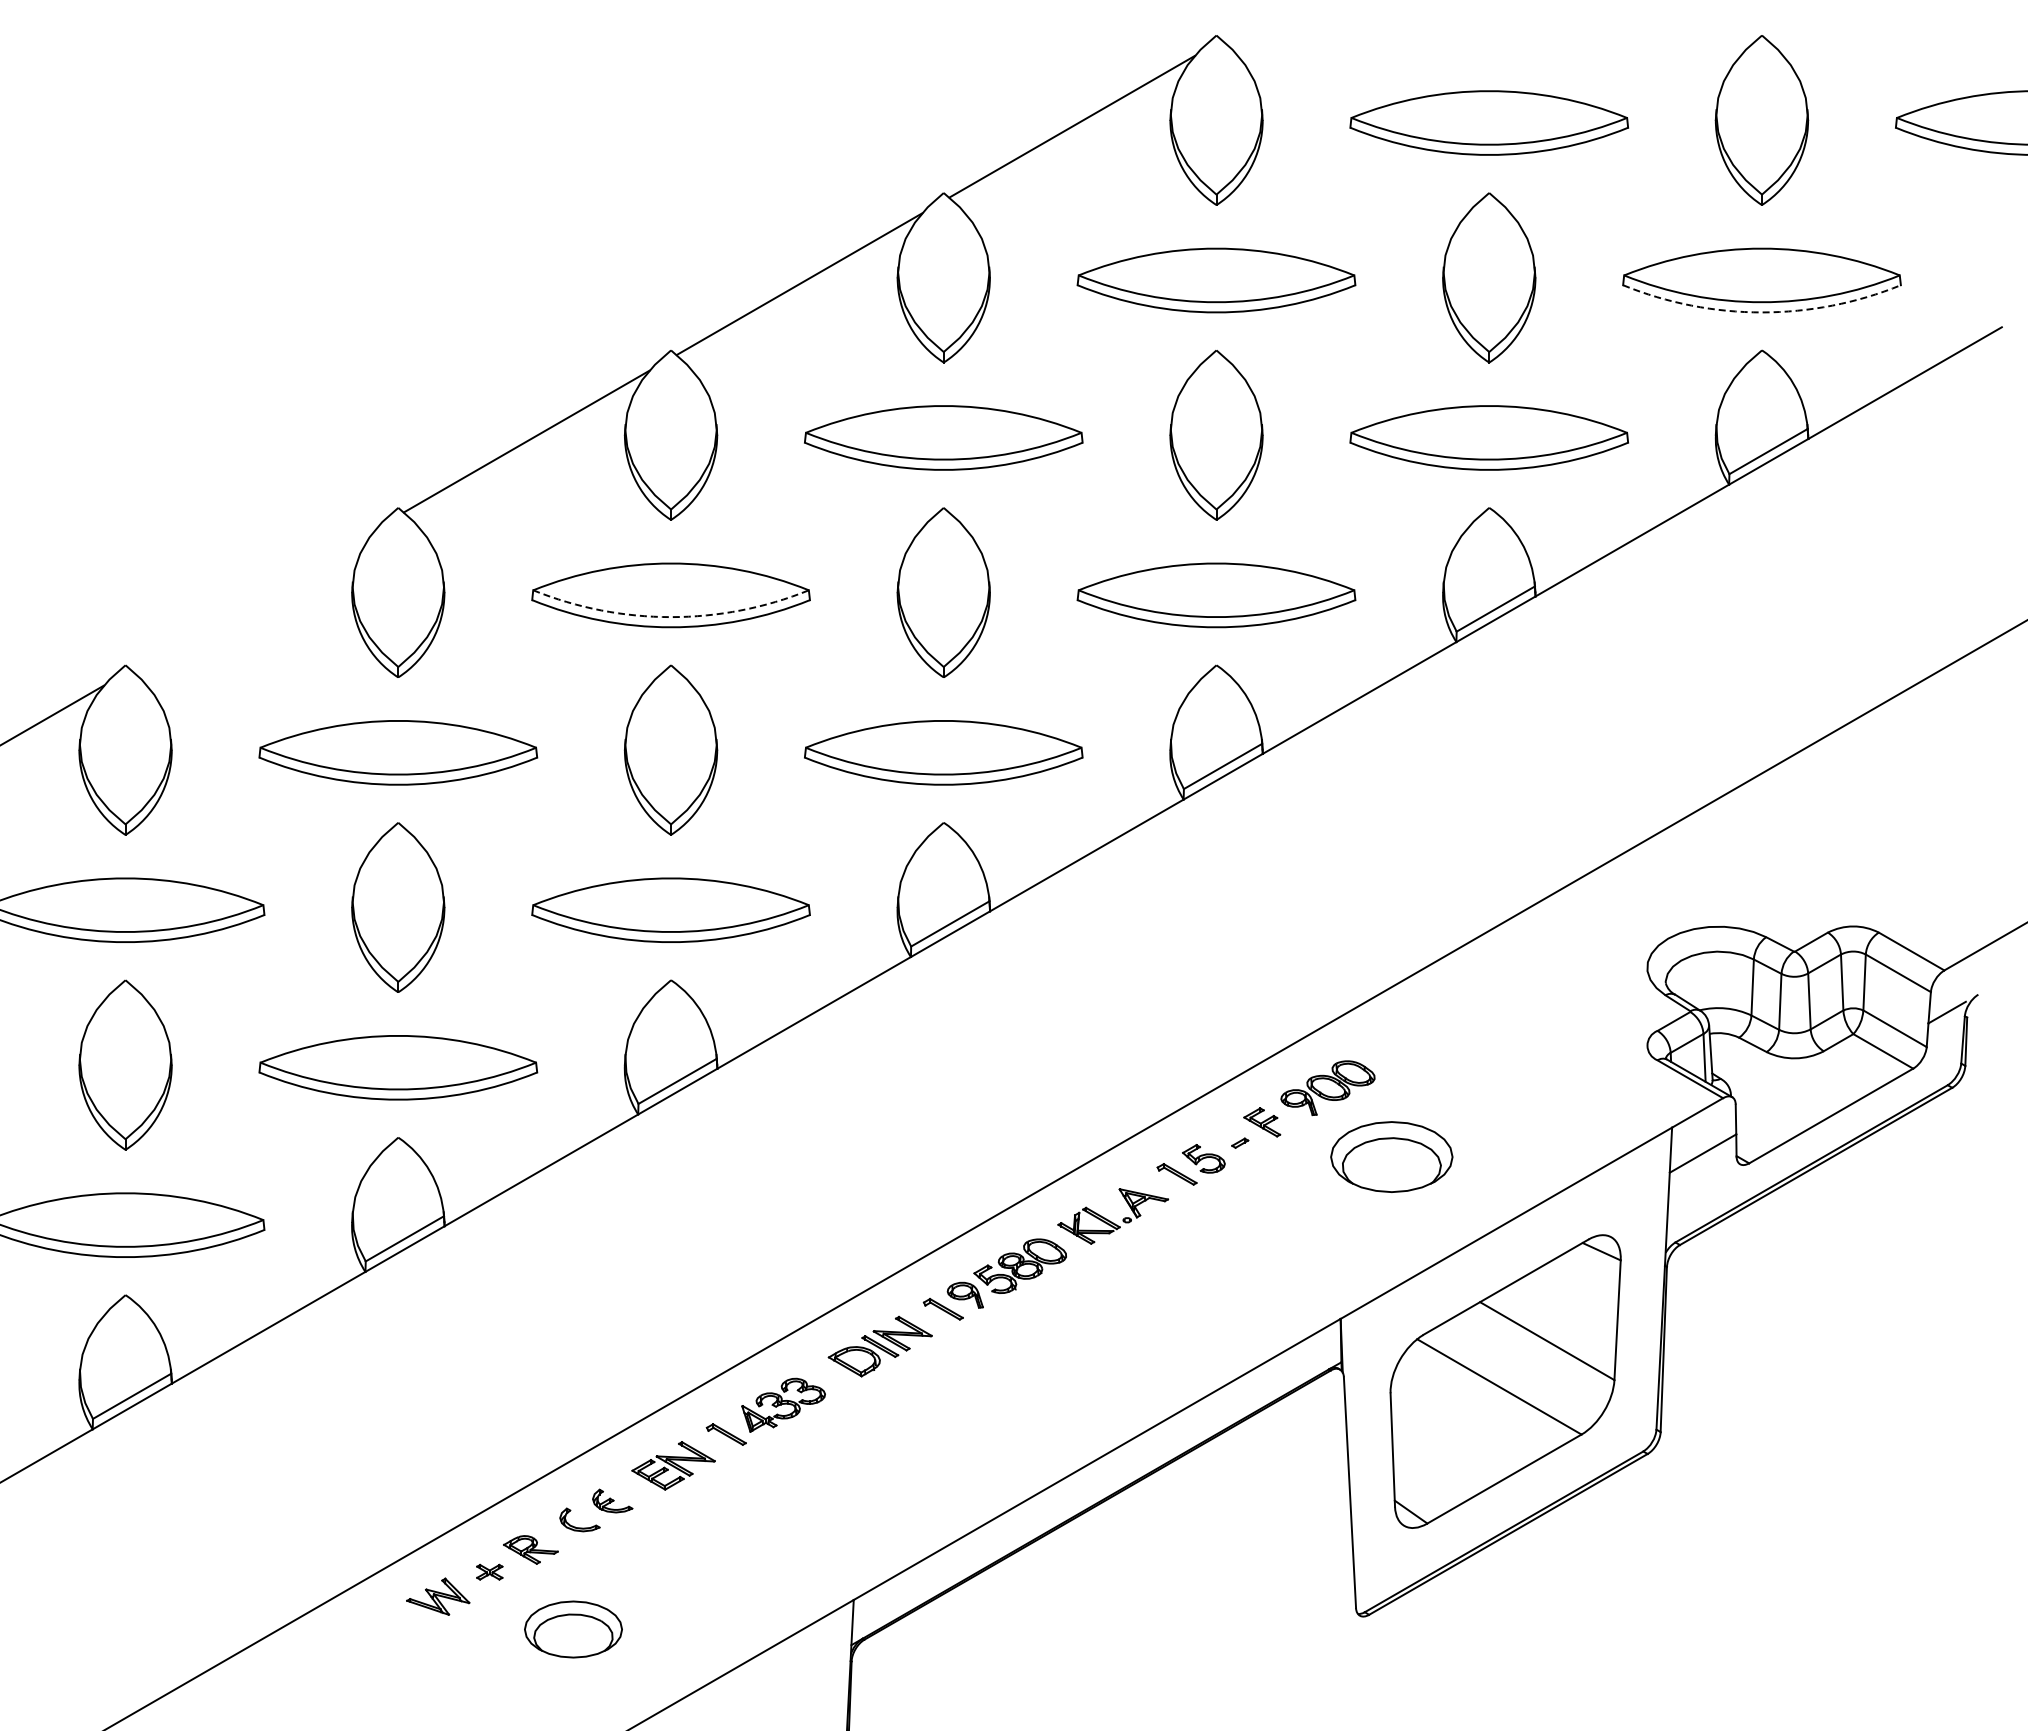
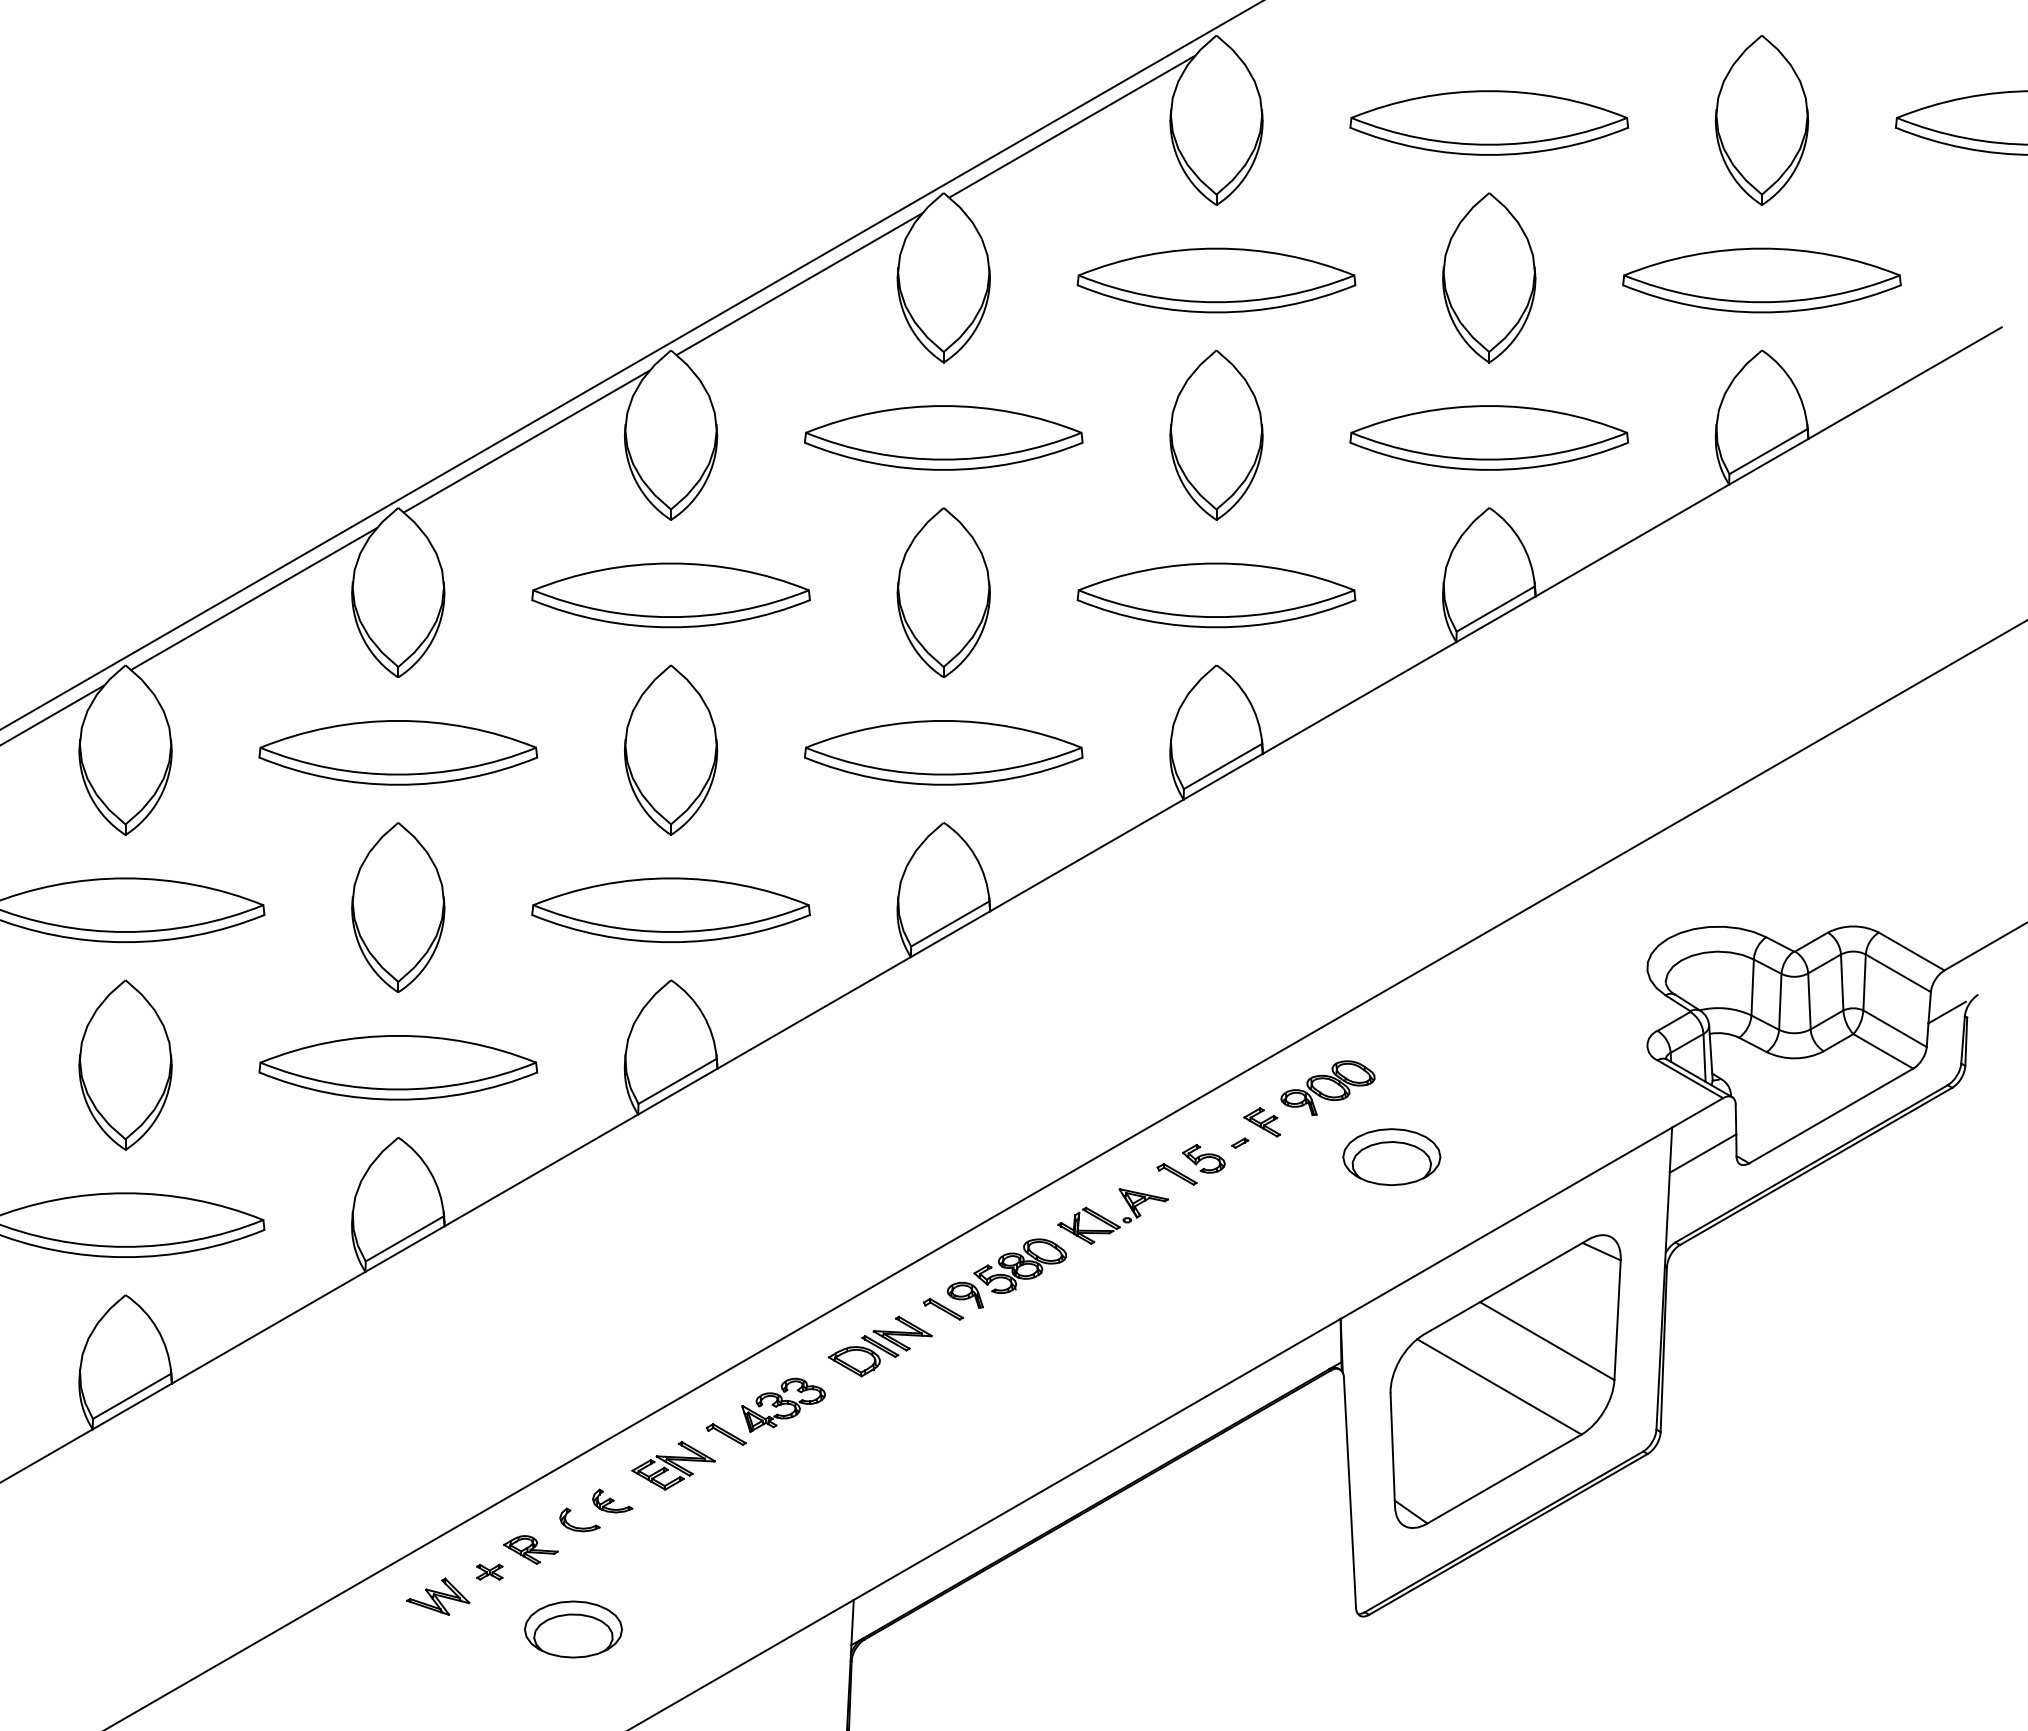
arc at (1762, 312): dashed -> solid
line at (631, 365): none -> present
line at (253, 598): none -> present
arc at (671, 617): dashed -> solid
part at (1391, 1156) size: 124x72 px -> 100x59 px
